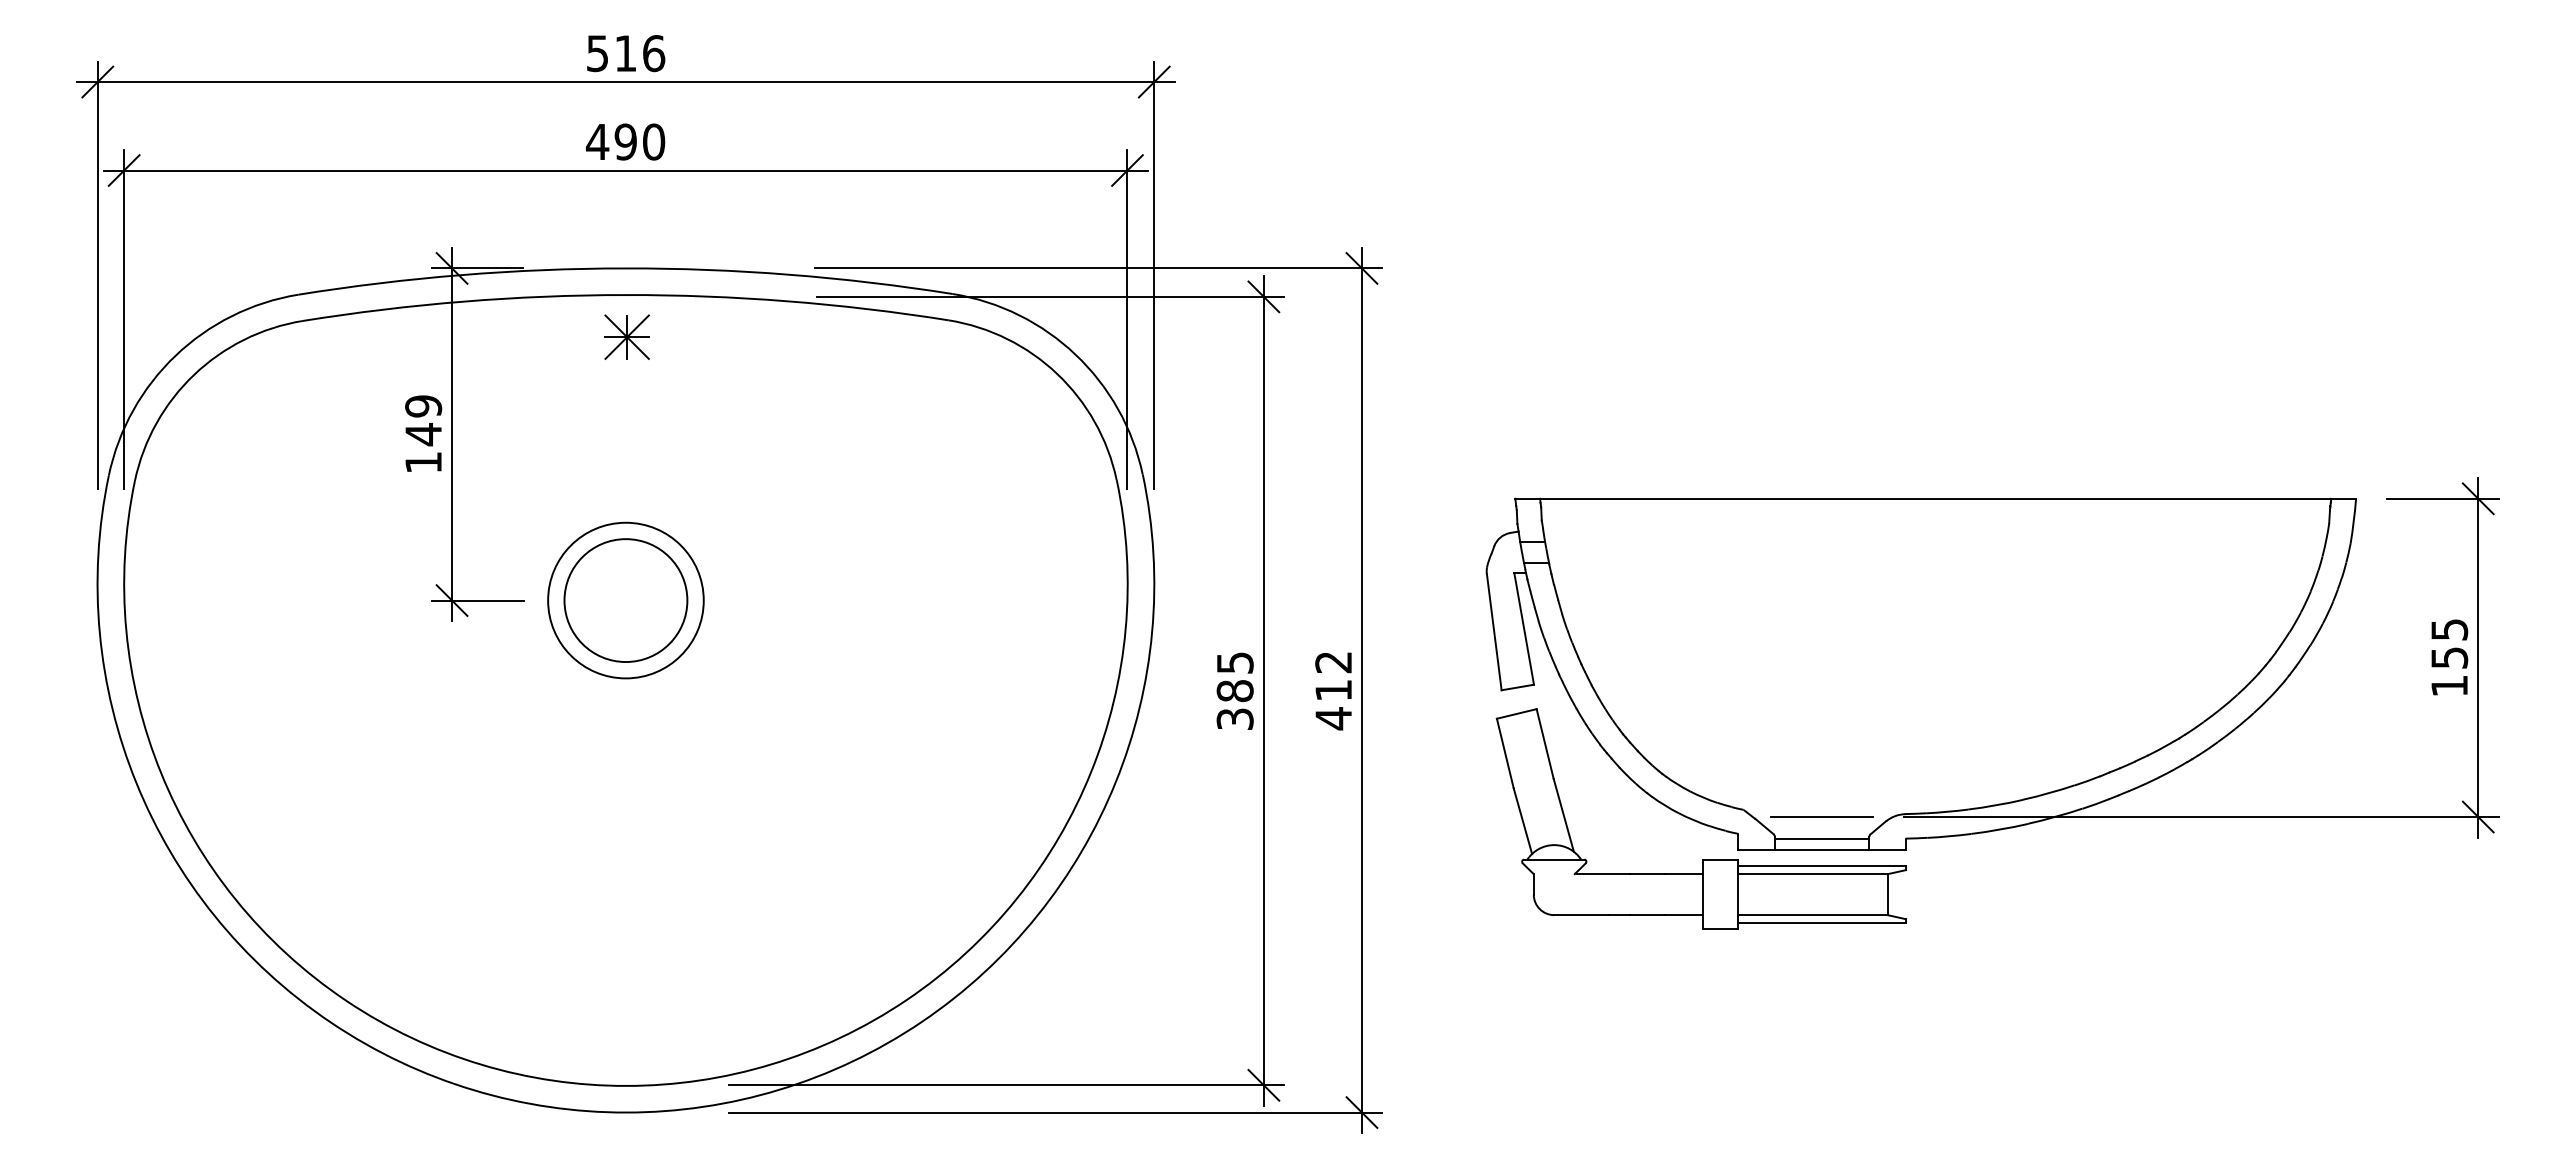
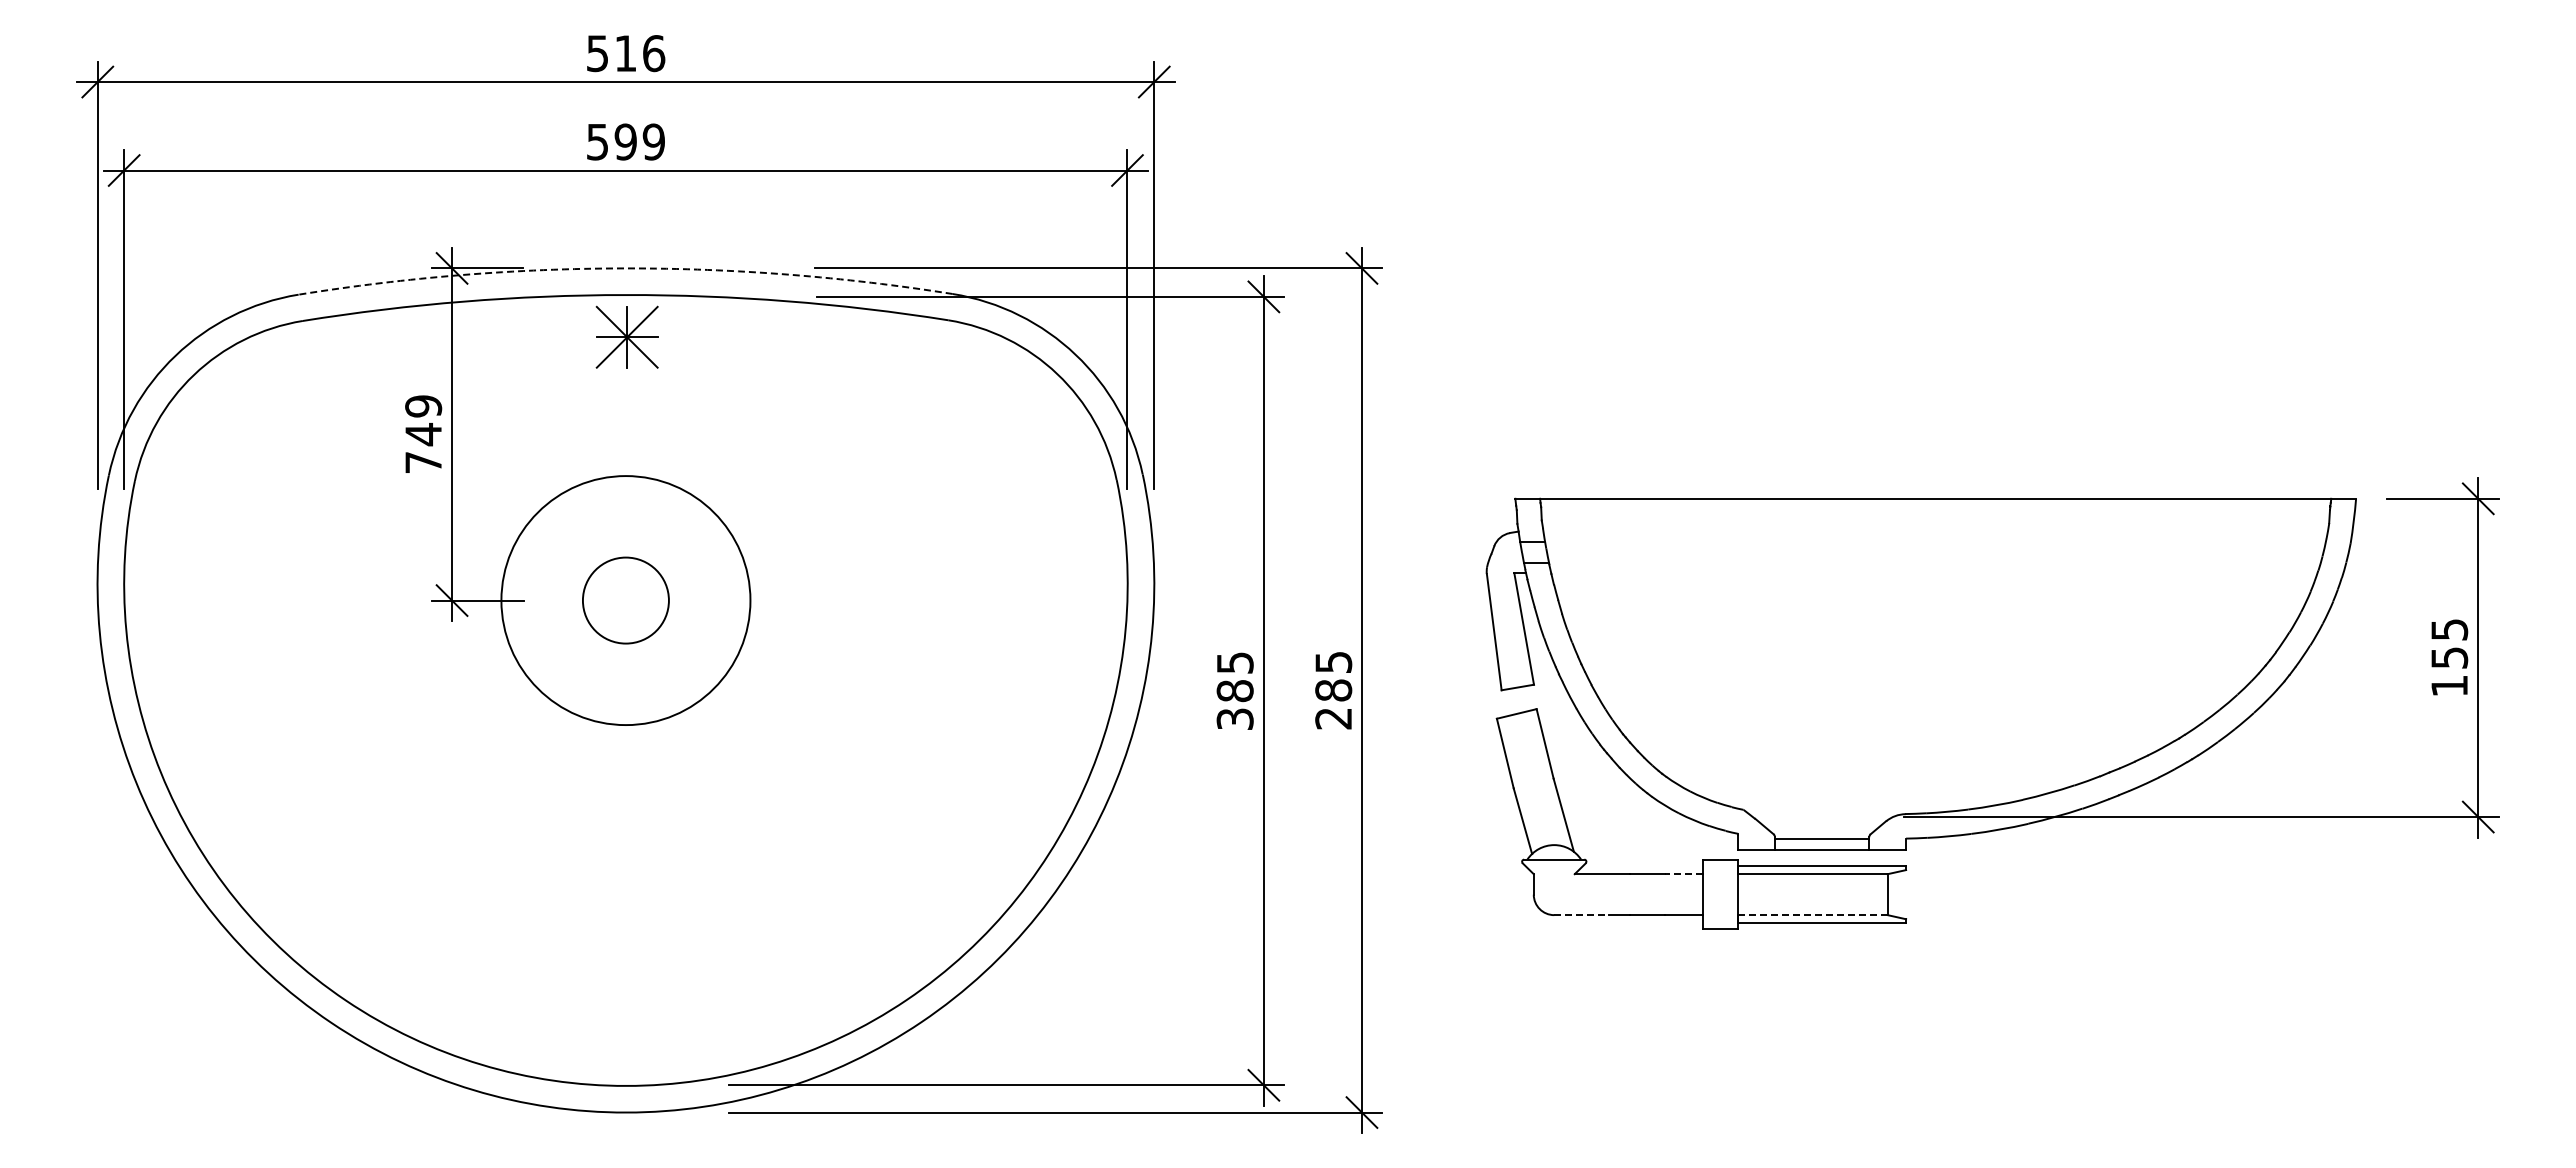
text at (625, 141): 490 -> 599
arc at (625, 268): solid -> dashed
part at (626, 336) size: 46x46 px -> 64x64 px
text at (423, 462): 149 -> 749
circle at (625, 600) diameter: 123 px -> 86 px
circle at (625, 600) diameter: 156 px -> 249 px
text at (1333, 691): 412 -> 285
line at (1821, 817): present -> none
line at (1683, 874): solid -> dashed
line at (1582, 915): solid -> dashed
line at (1812, 915): solid -> dashed
